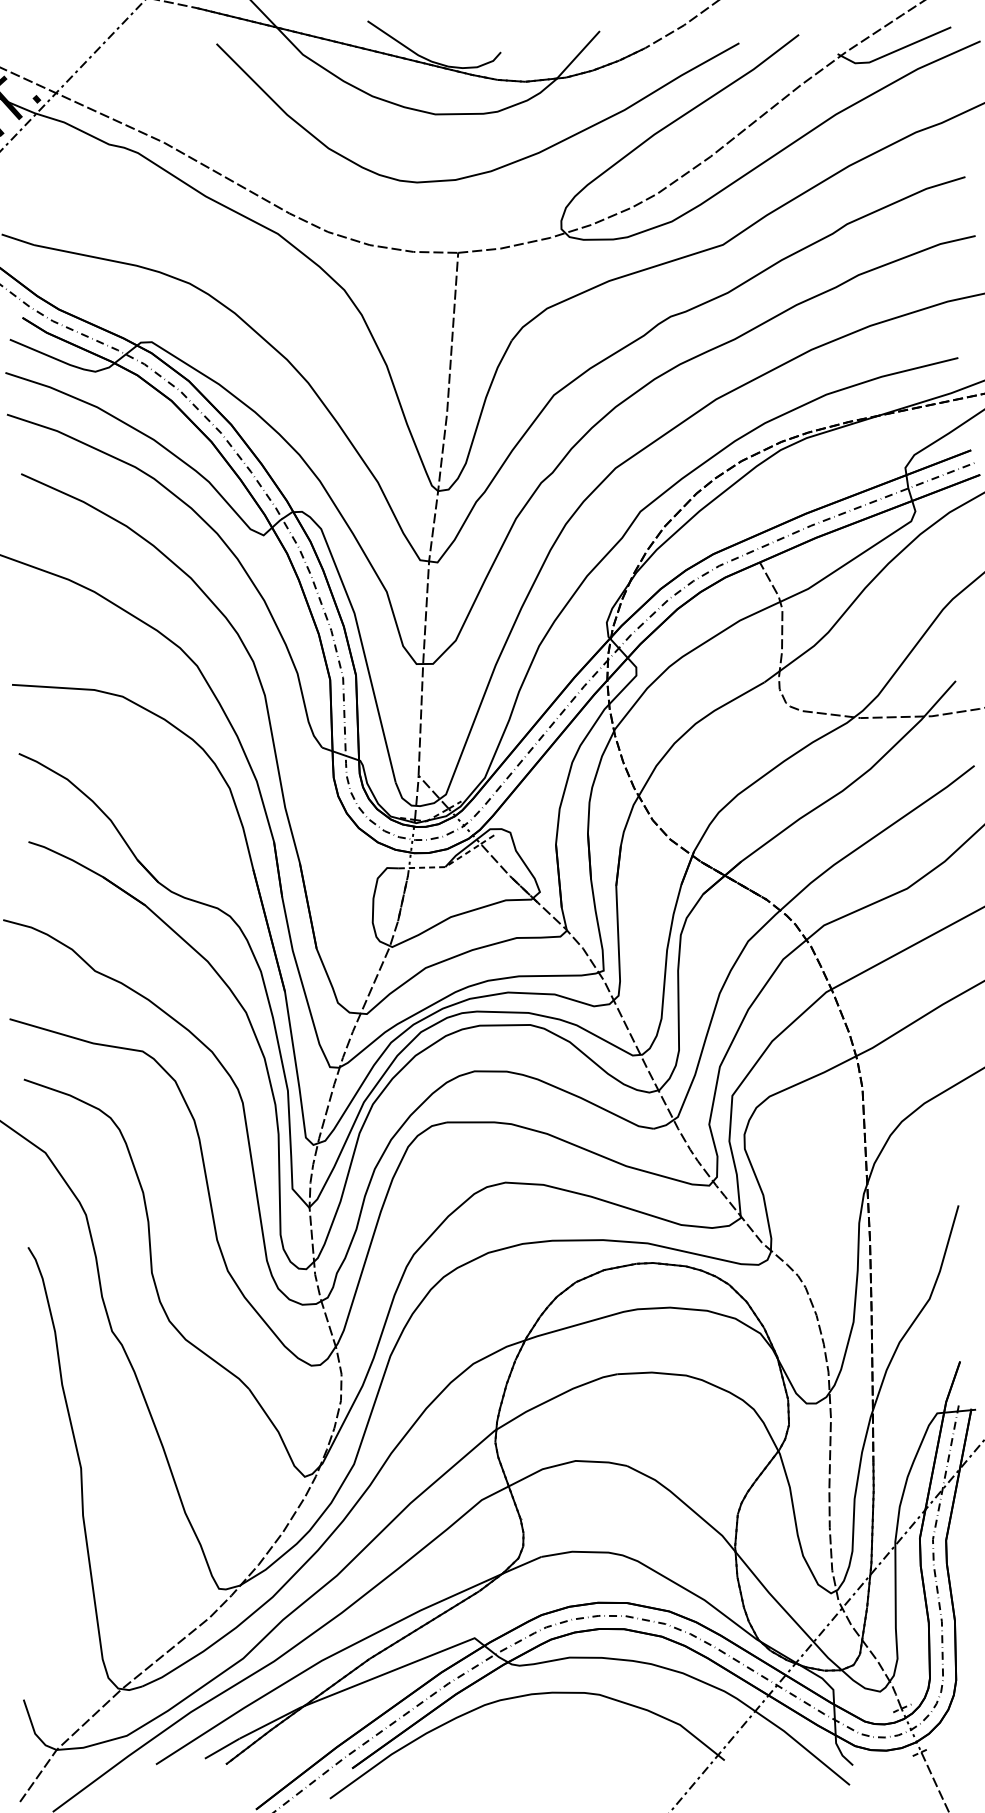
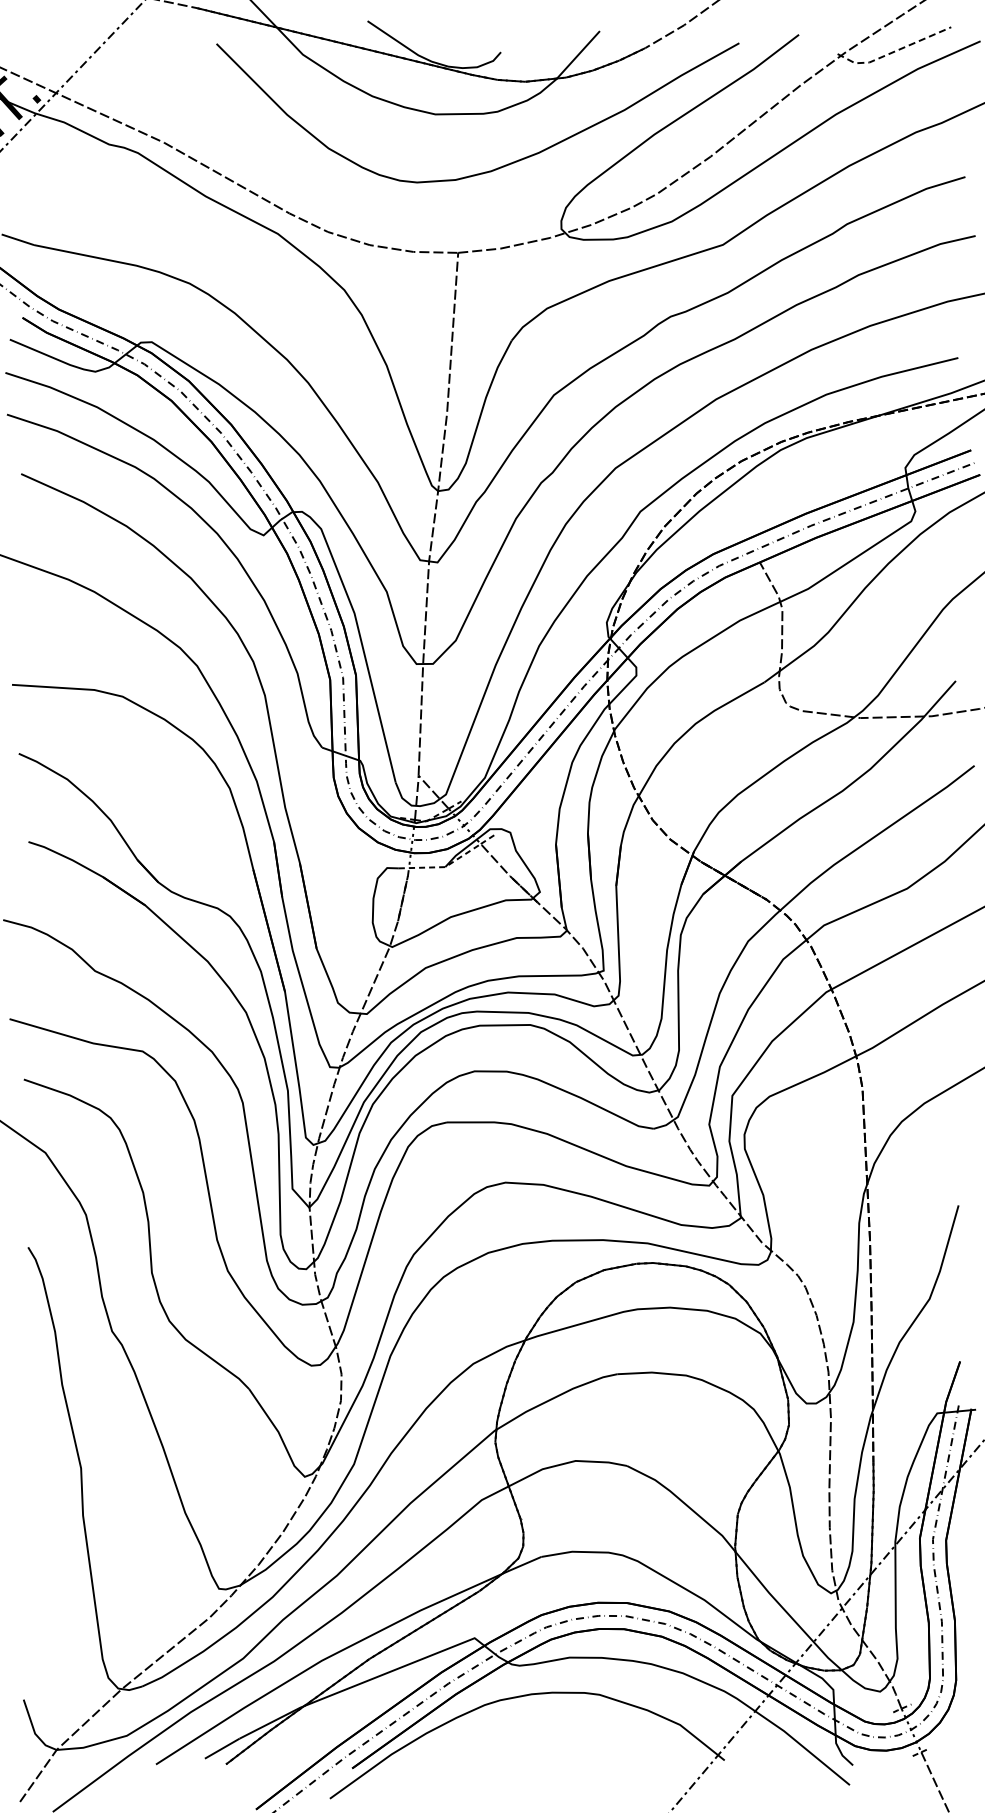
line at (893, 51): solid -> dashed
